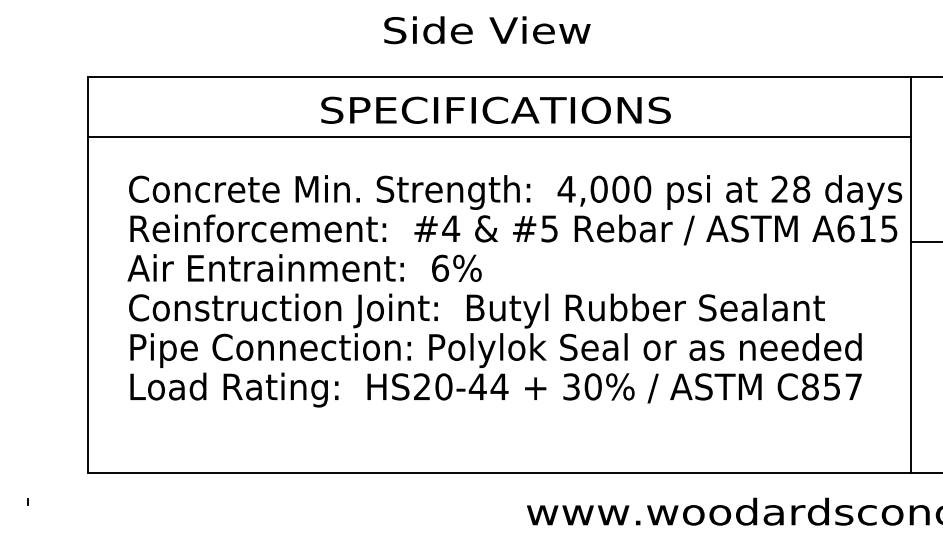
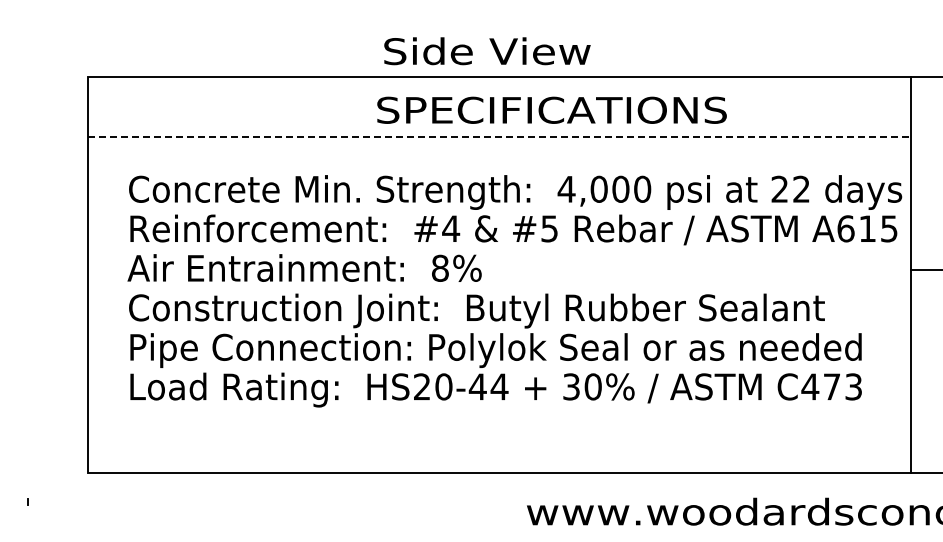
text at (487, 30) position: (487, 30) -> (487, 51)
text at (495, 109) position: (495, 109) -> (551, 109)
line at (499, 136): solid -> dashed
text at (801, 188): 28 -> 22
line at (924, 242) position: (924, 242) -> (924, 270)
text at (440, 267): 6% -> 8%
text at (831, 386): C857 -> C473
